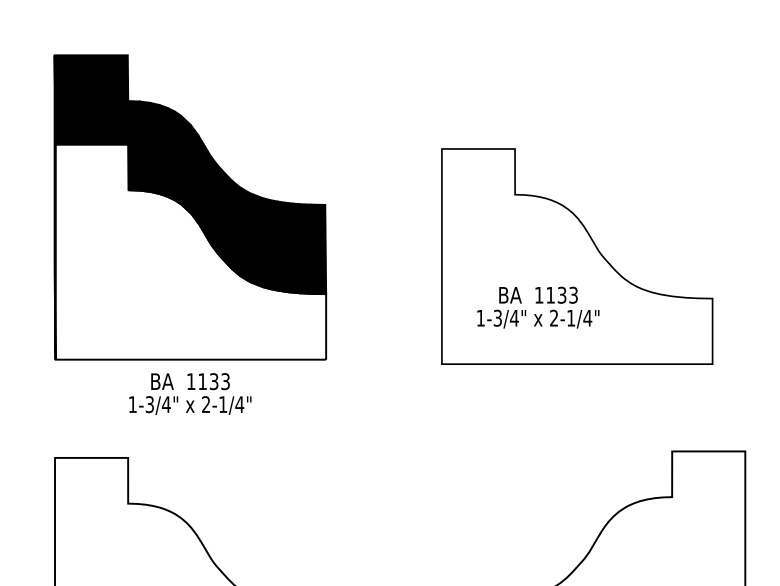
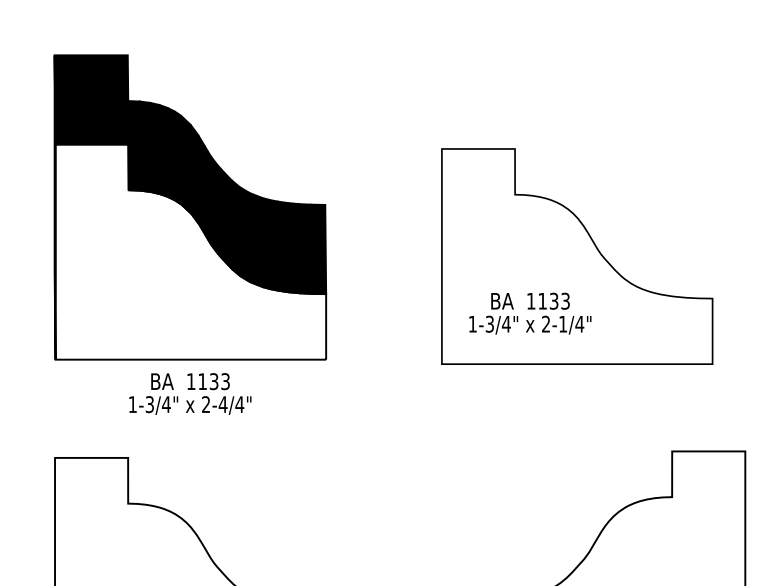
text at (538, 307) position: (538, 307) -> (530, 313)
text at (222, 404): 2-1/4" -> 2-4/4"
